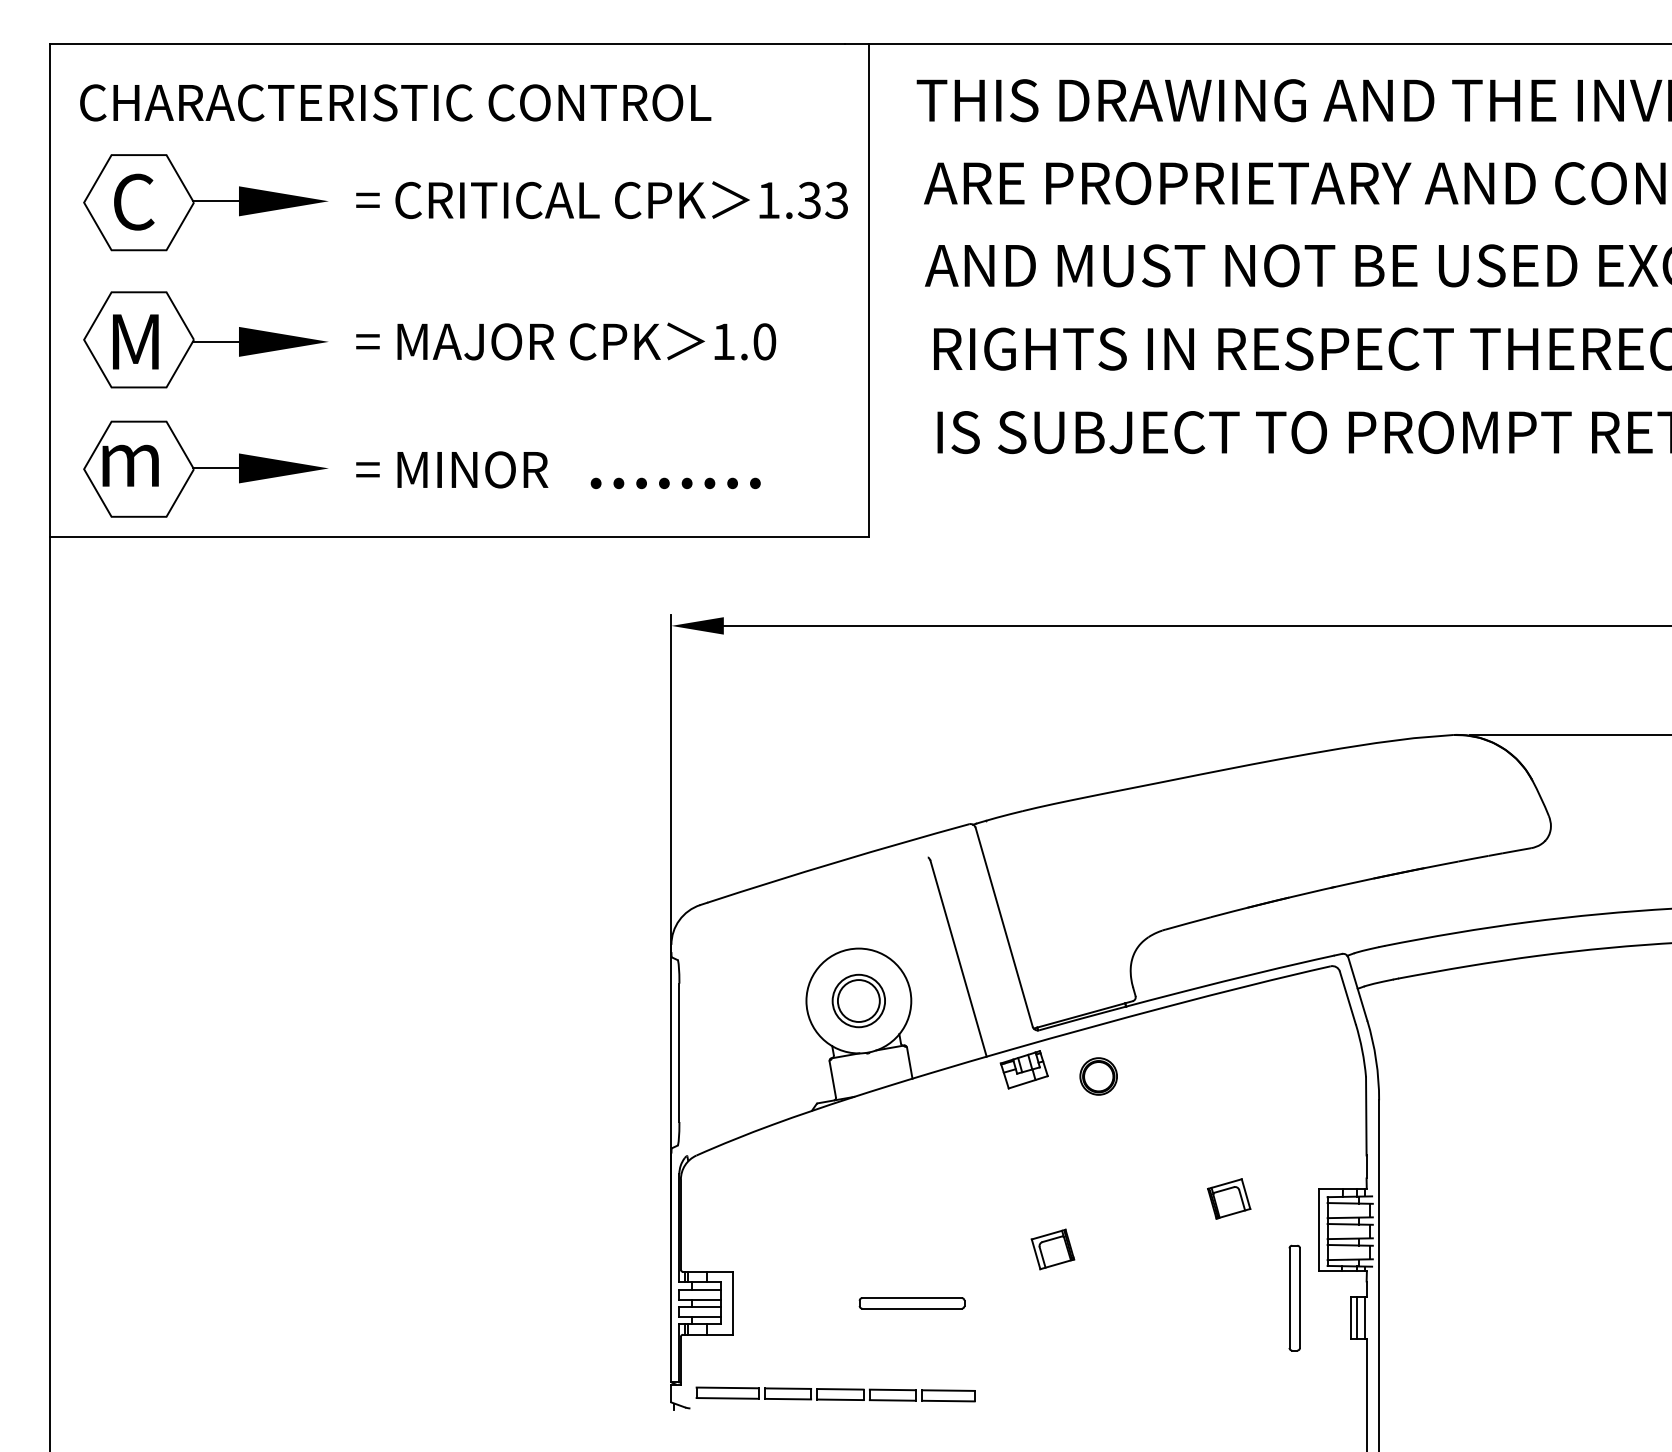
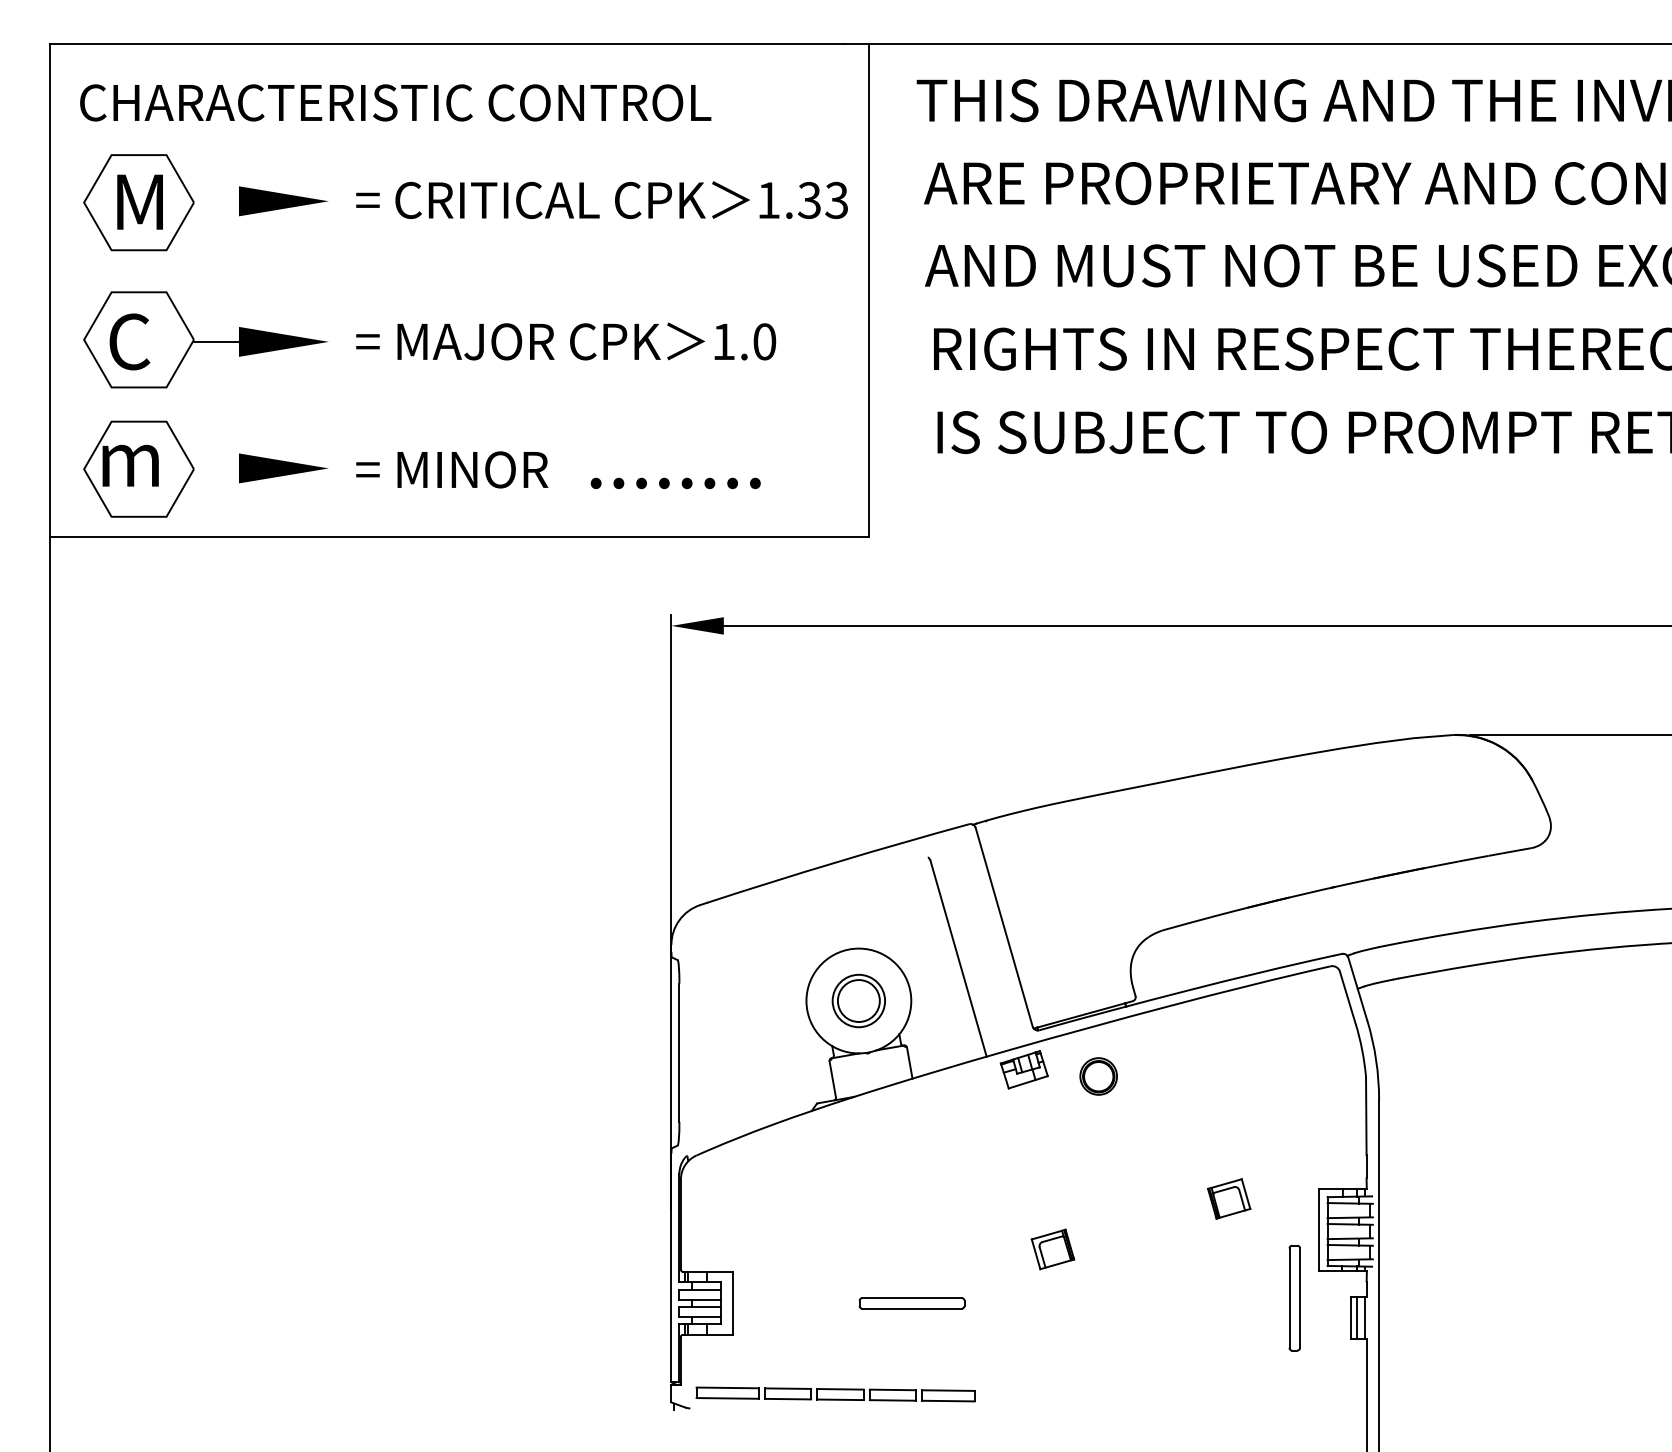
text at (138, 201): C -> M
line at (215, 201): present -> none
text at (133, 341): M -> C
line at (215, 468): present -> none
